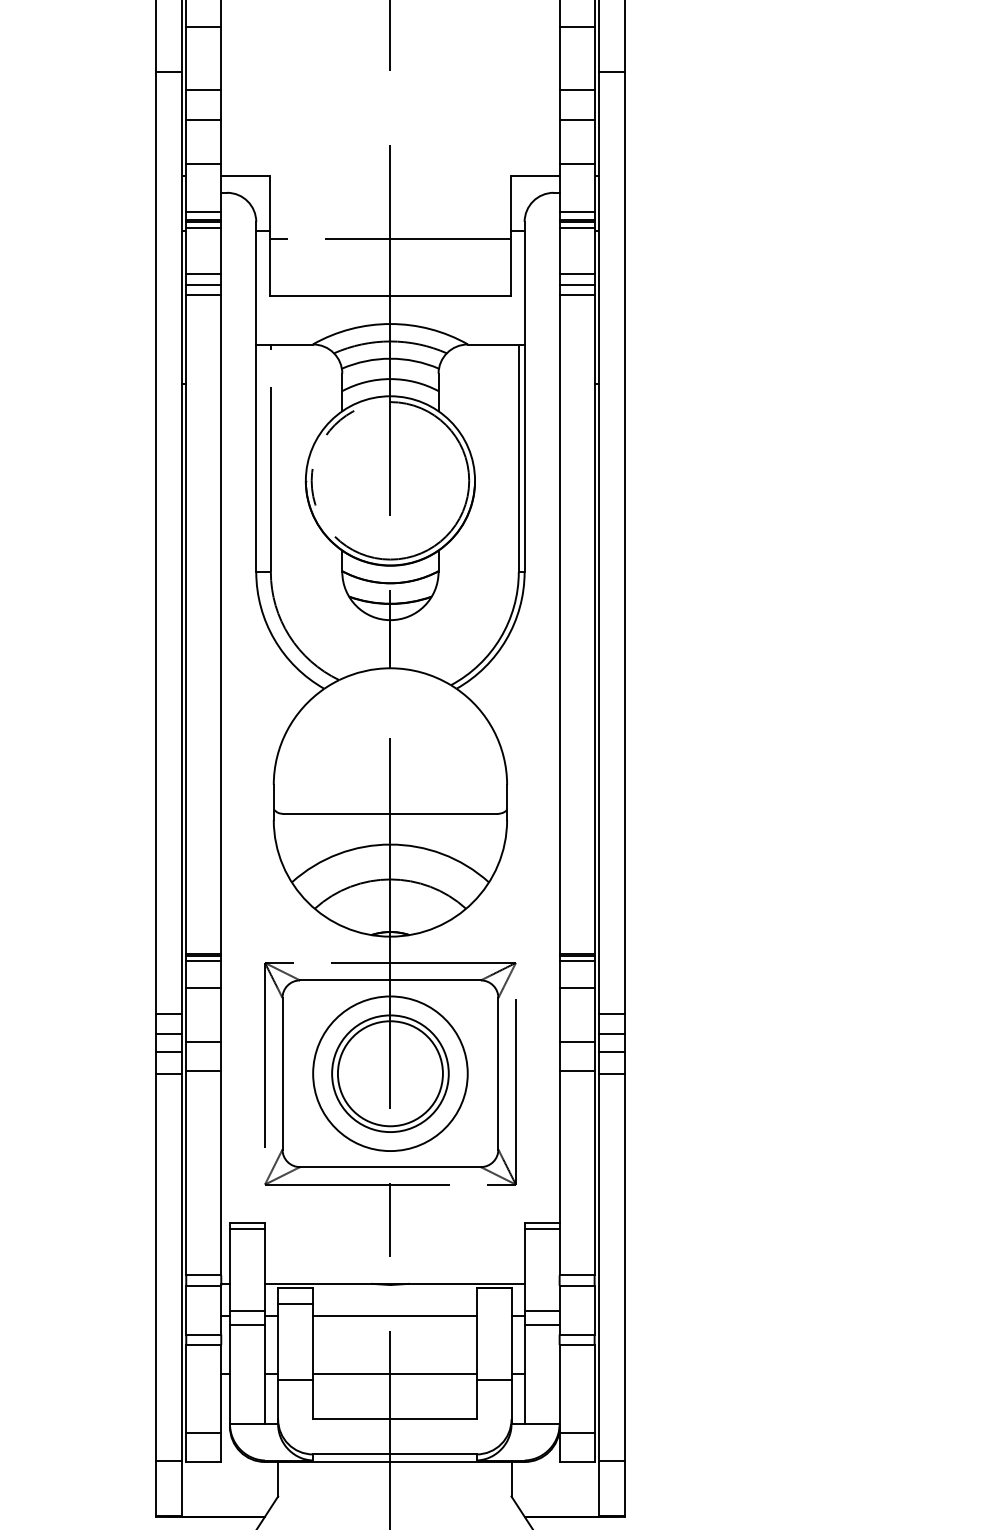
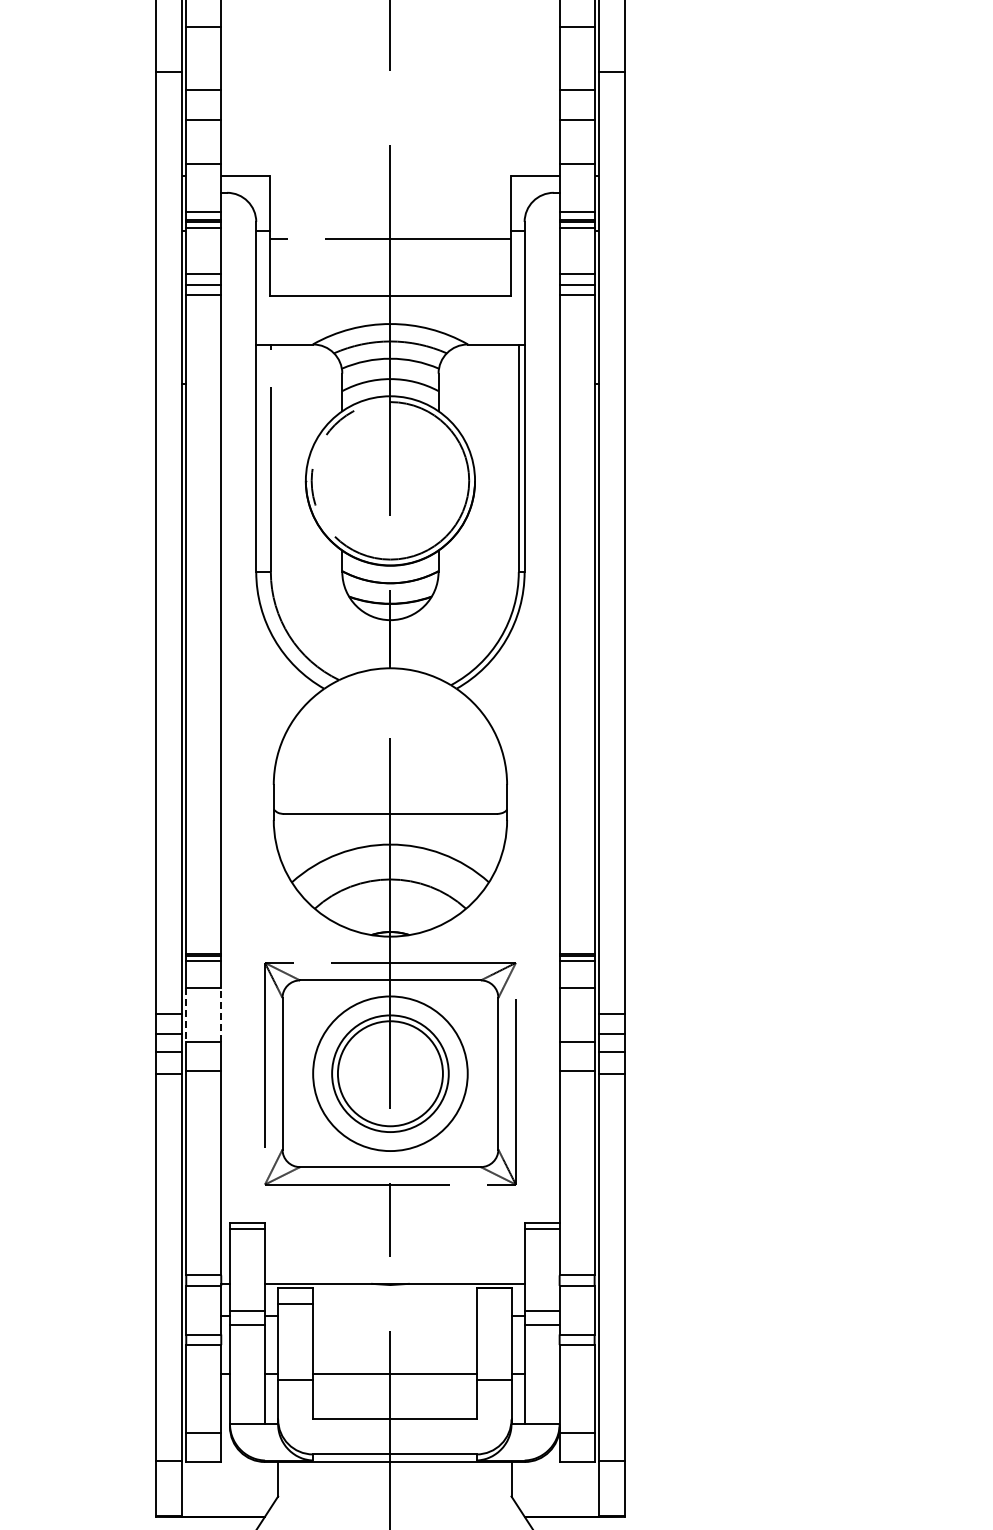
line at (186, 1015): solid -> dashed
line at (221, 1015): solid -> dashed
line at (394, 1315): present -> none
